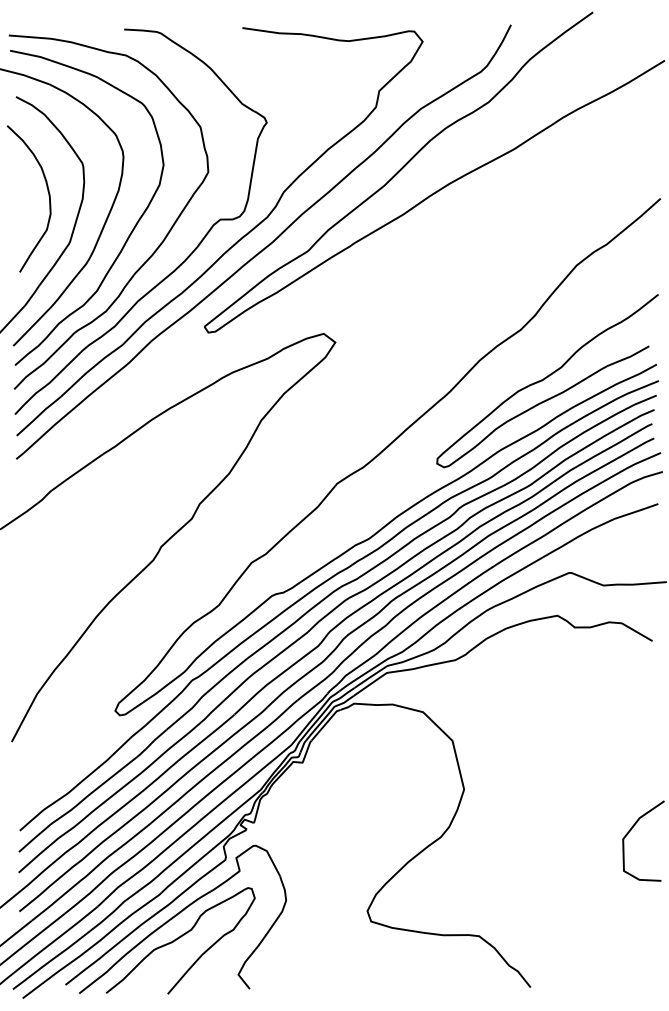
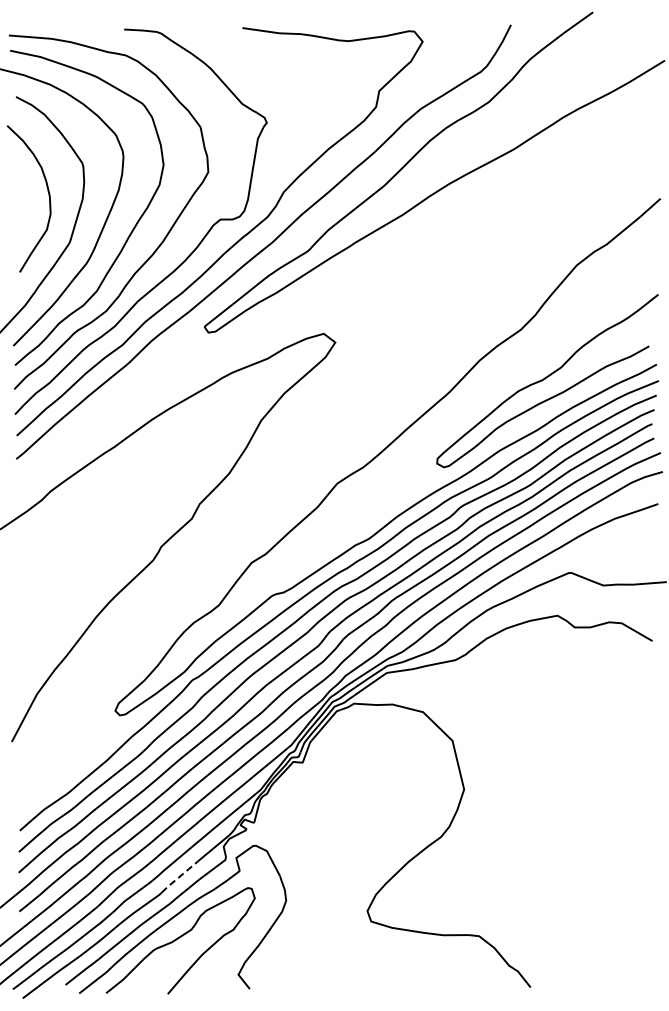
curve at (631, 830): present -> none
line at (179, 877): solid -> dashed
